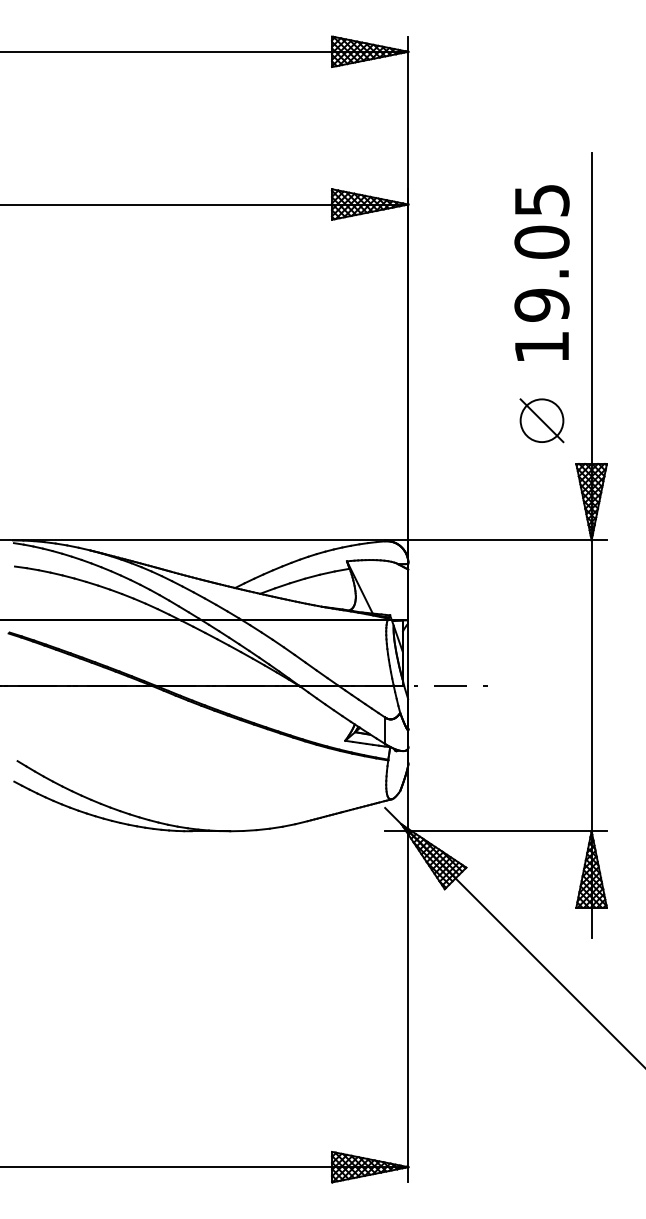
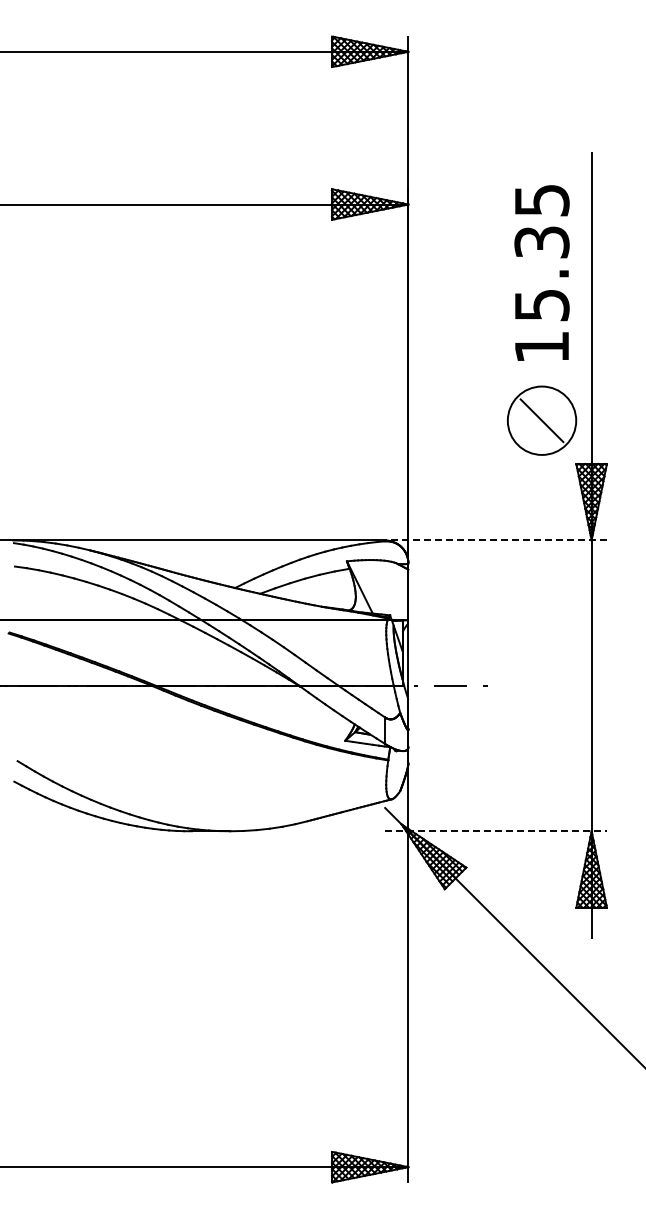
text at (541, 273): 19.05 -> 15.35
circle at (541, 420) diameter: 43 px -> 68 px
line at (496, 540): solid -> dashed
line at (496, 831): solid -> dashed
